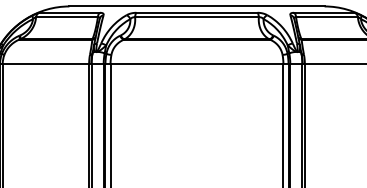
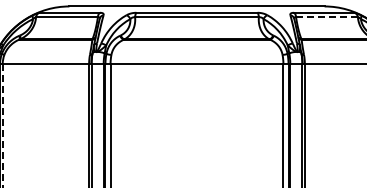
line at (327, 17): solid -> dashed
line at (2, 126): solid -> dashed
